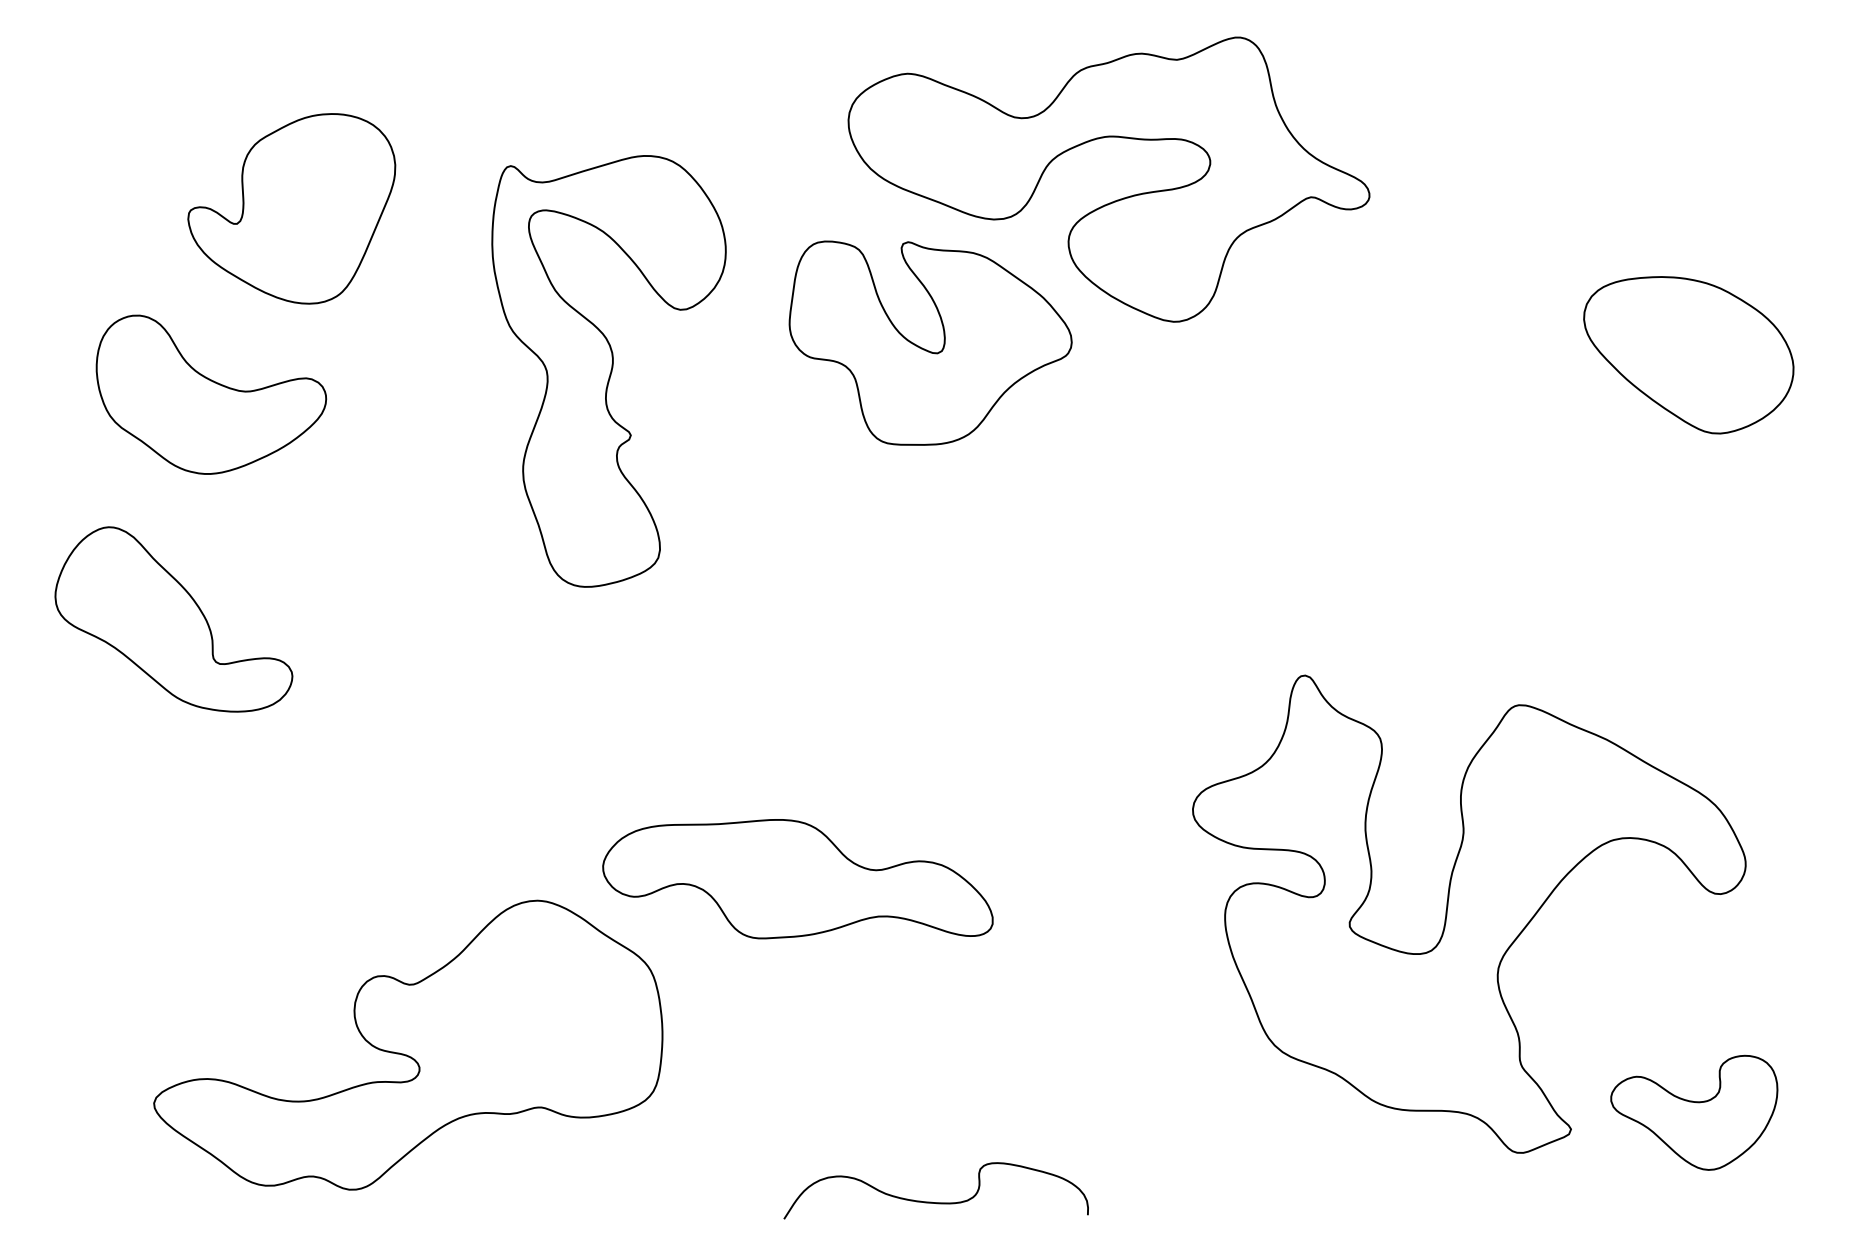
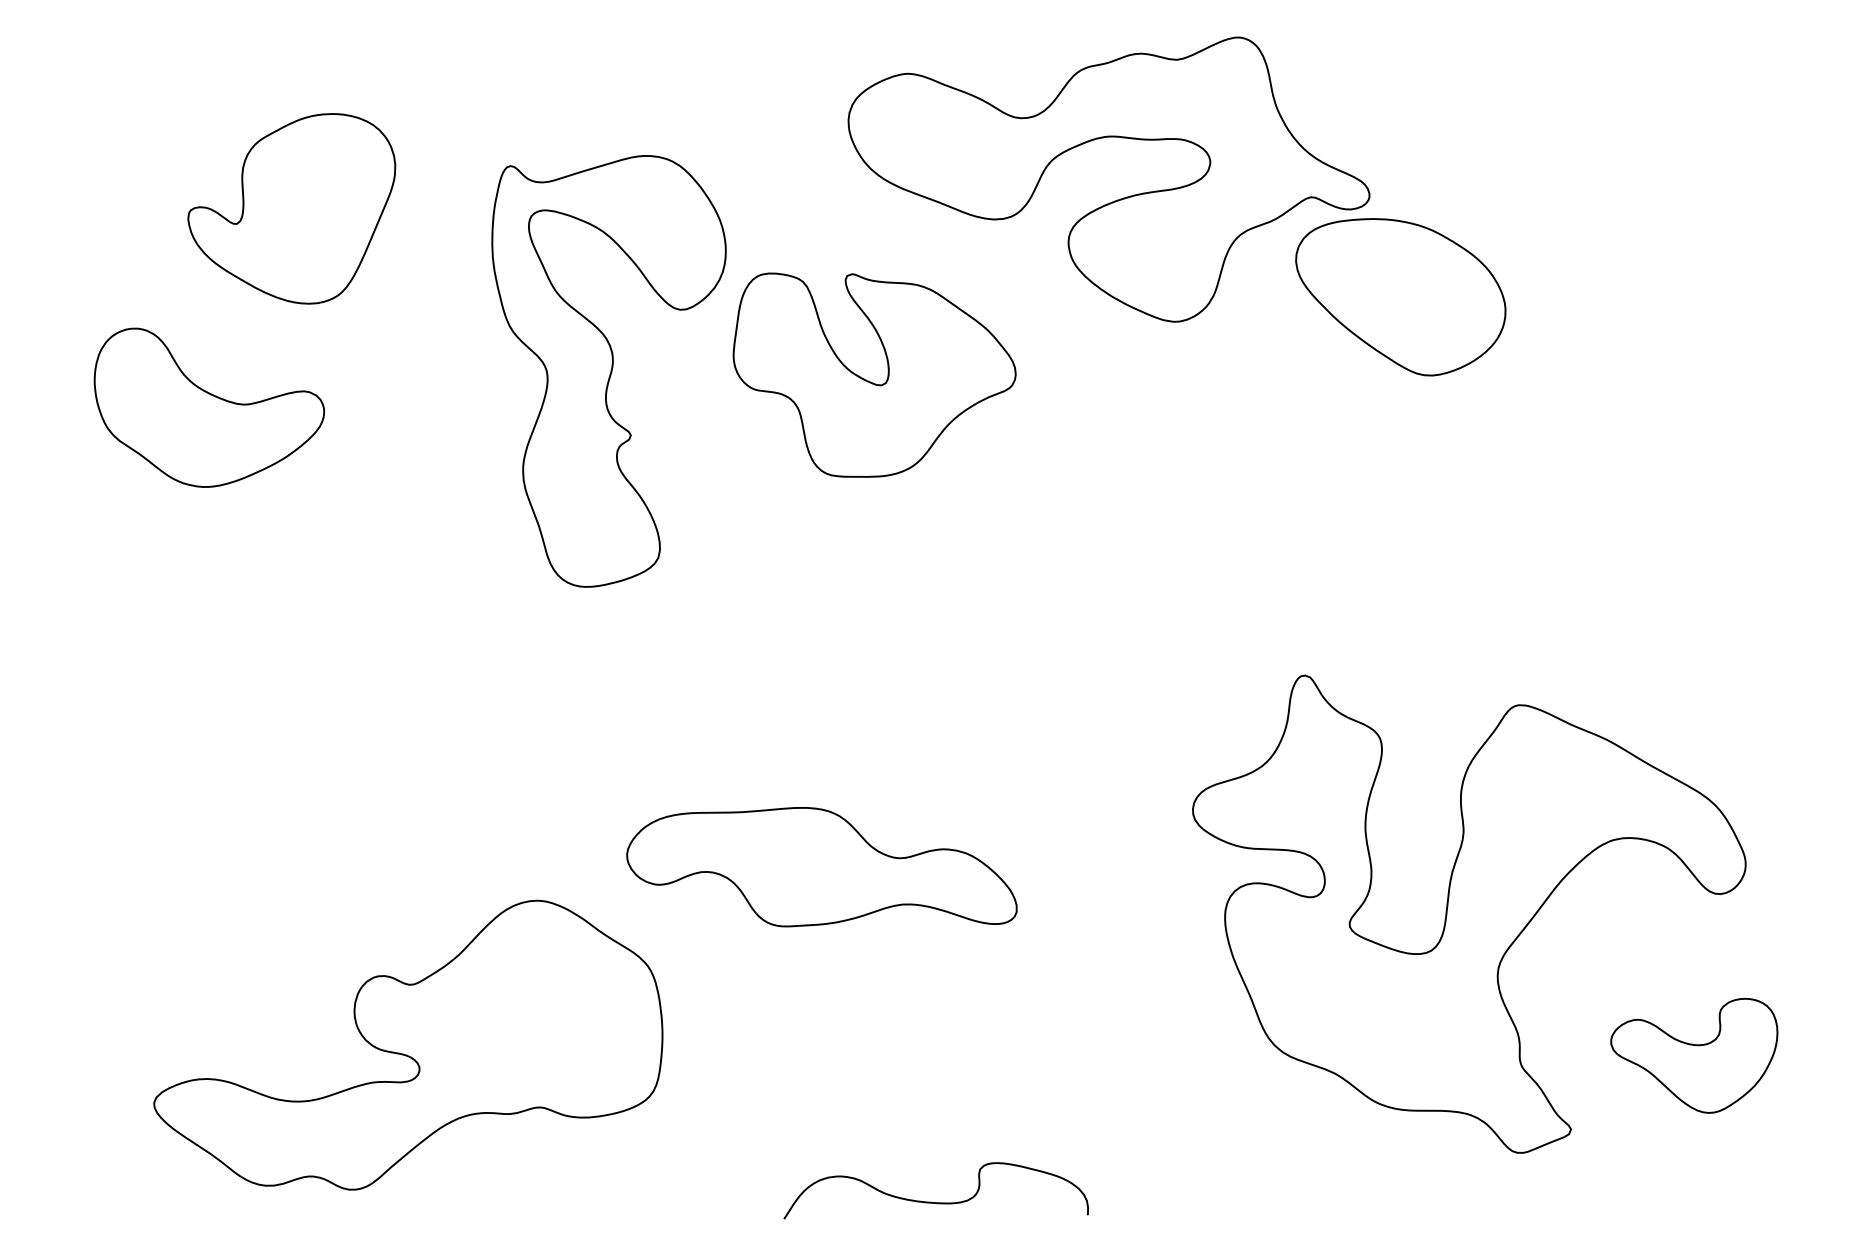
part at (926, 349) position: (926, 349) -> (870, 381)
part at (1688, 355) position: (1688, 355) -> (1400, 297)
part at (211, 394) position: (211, 394) -> (209, 407)
part at (173, 619): present -> none
part at (797, 879) position: (797, 879) -> (821, 867)
part at (1694, 1112) position: (1694, 1112) -> (1694, 1055)
